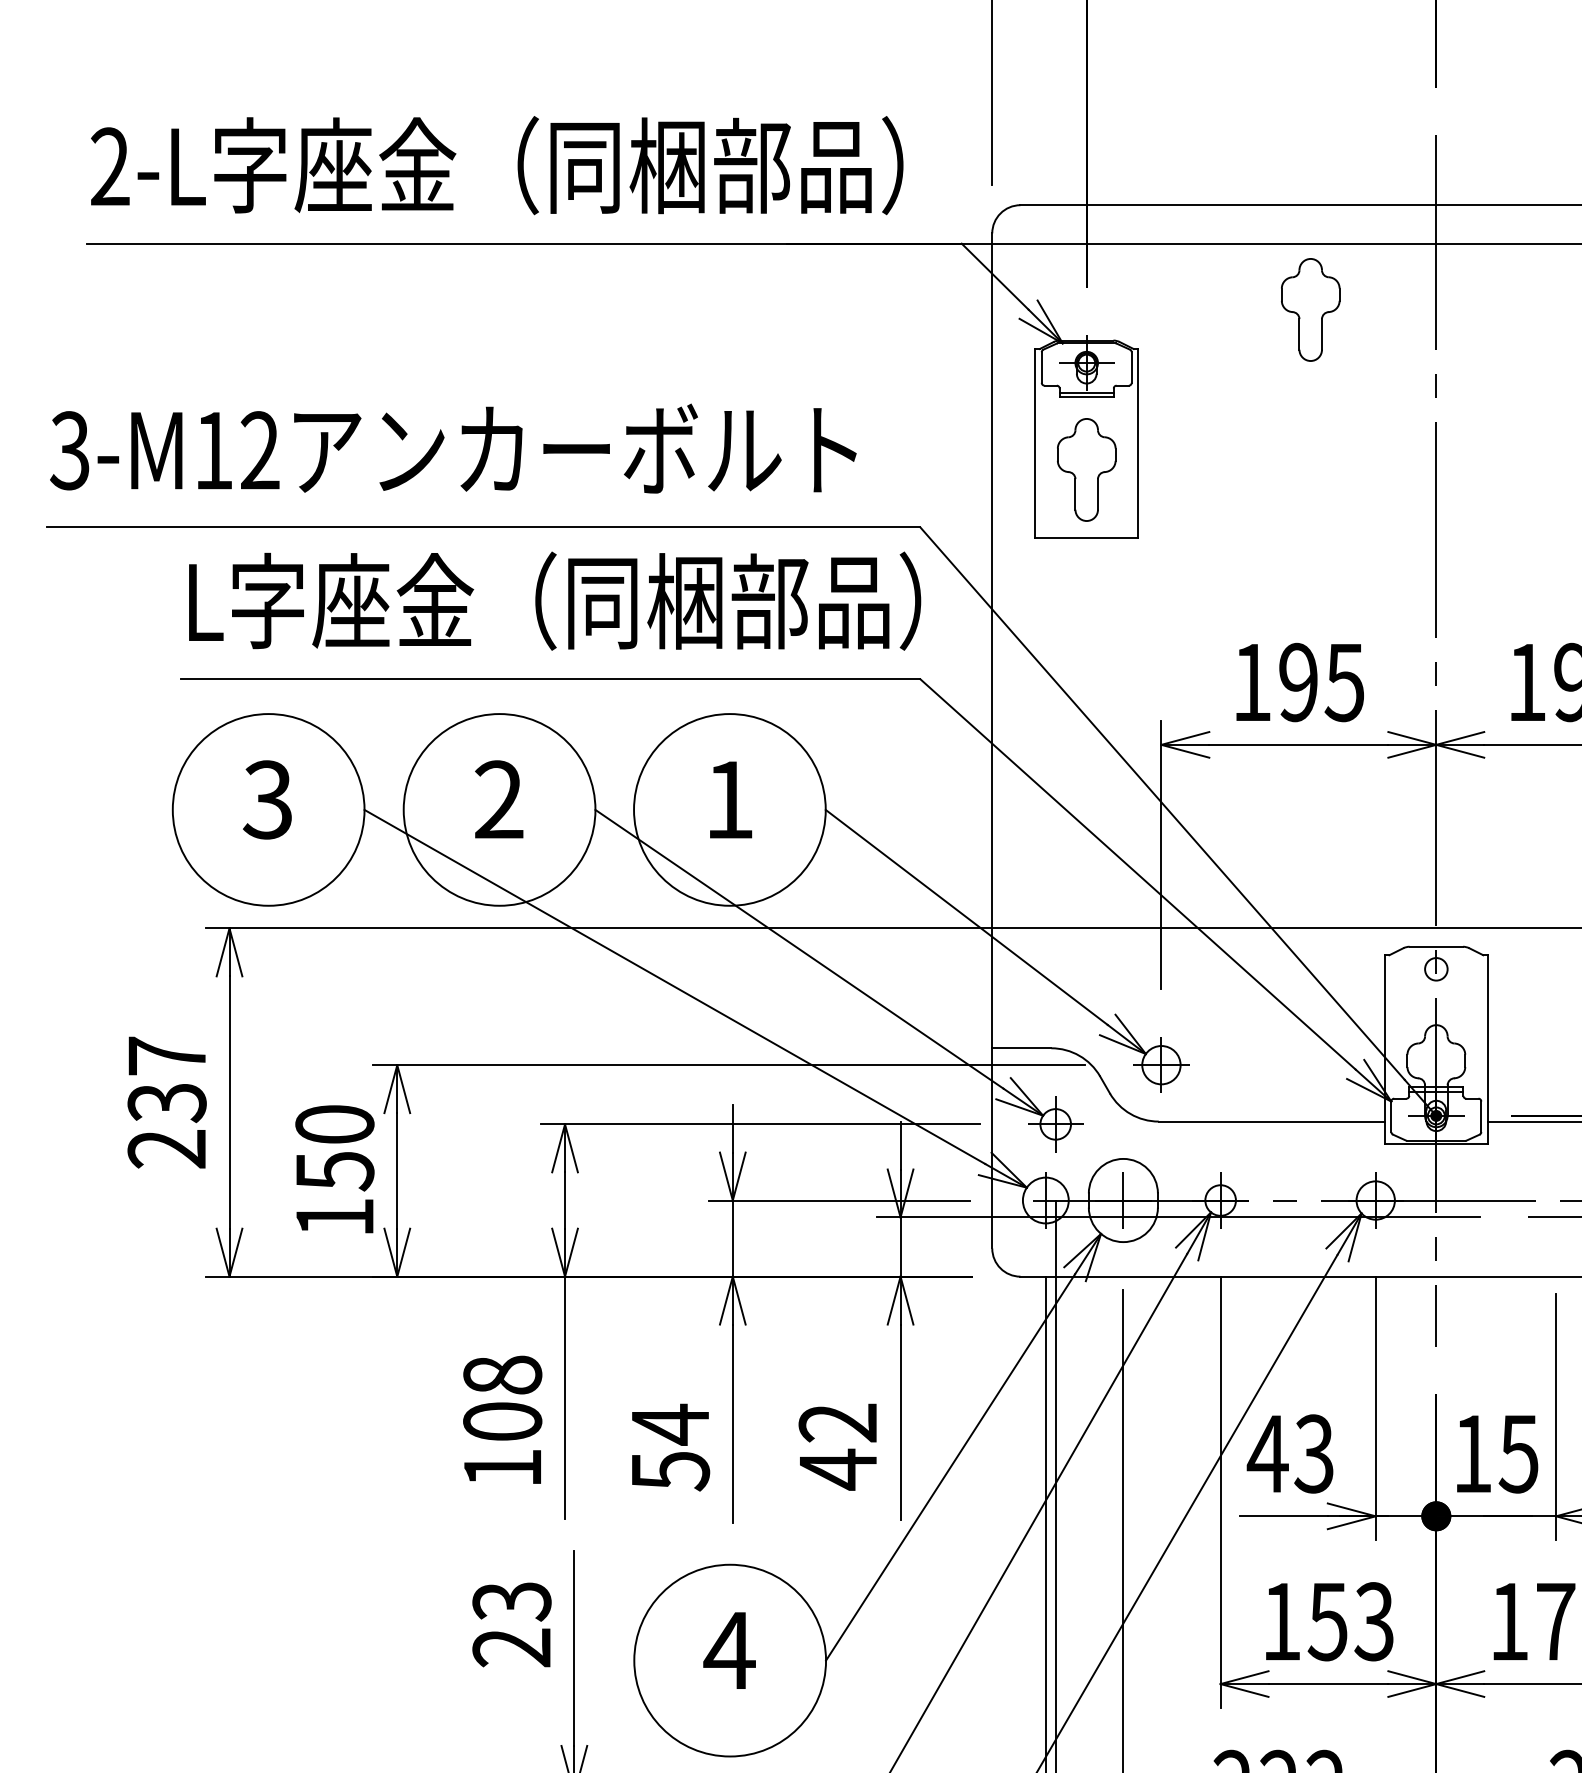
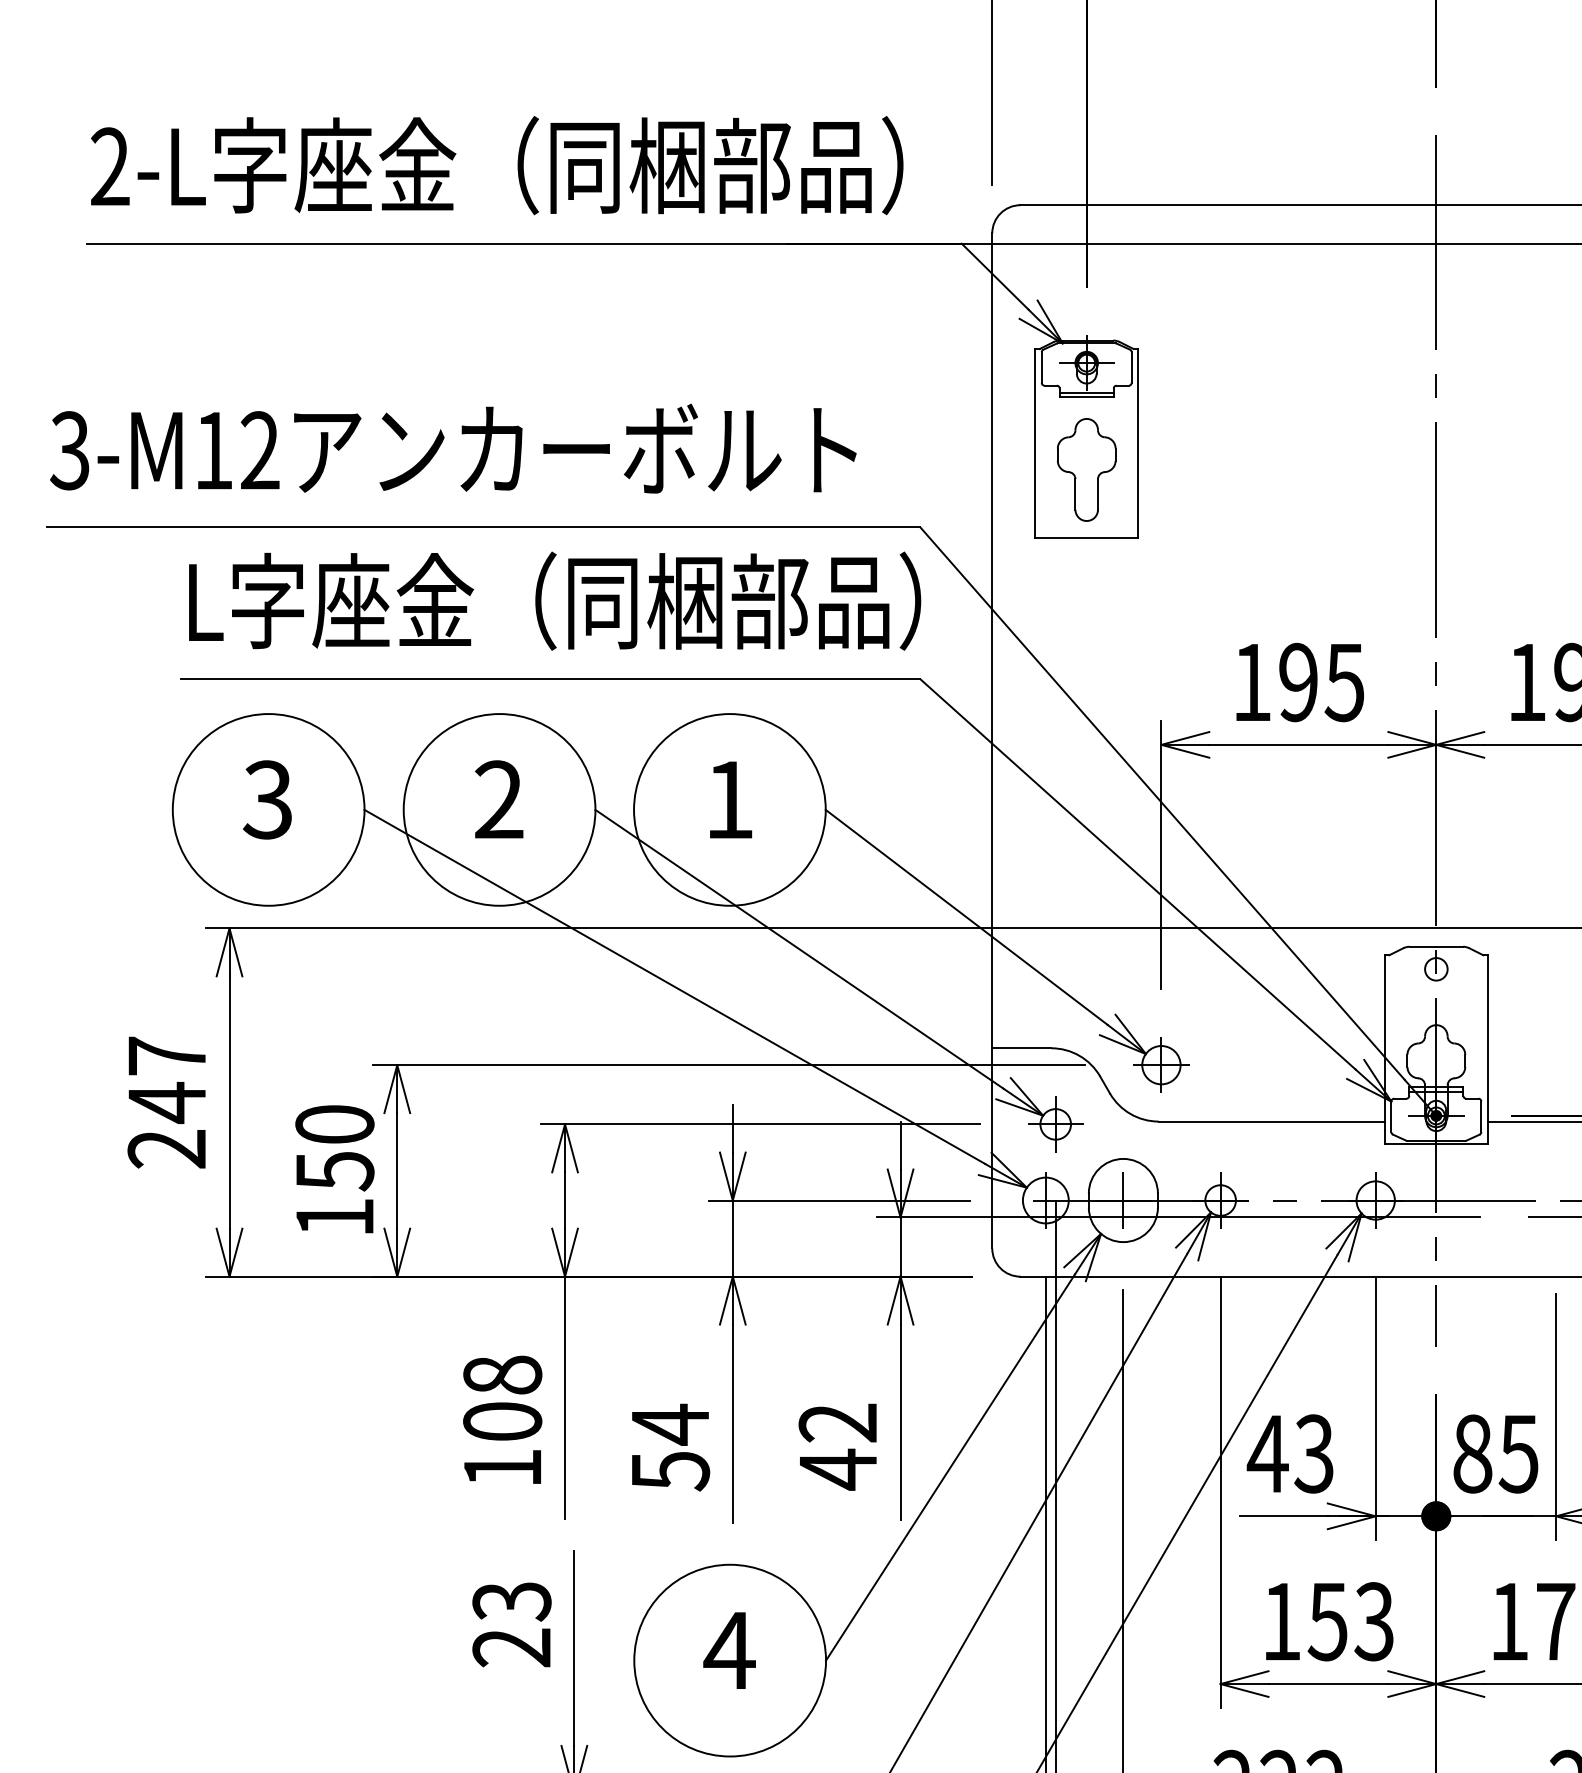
part at (1310, 309): present -> none
text at (166, 1102): 237 -> 247
text at (1472, 1453): 15 -> 85
